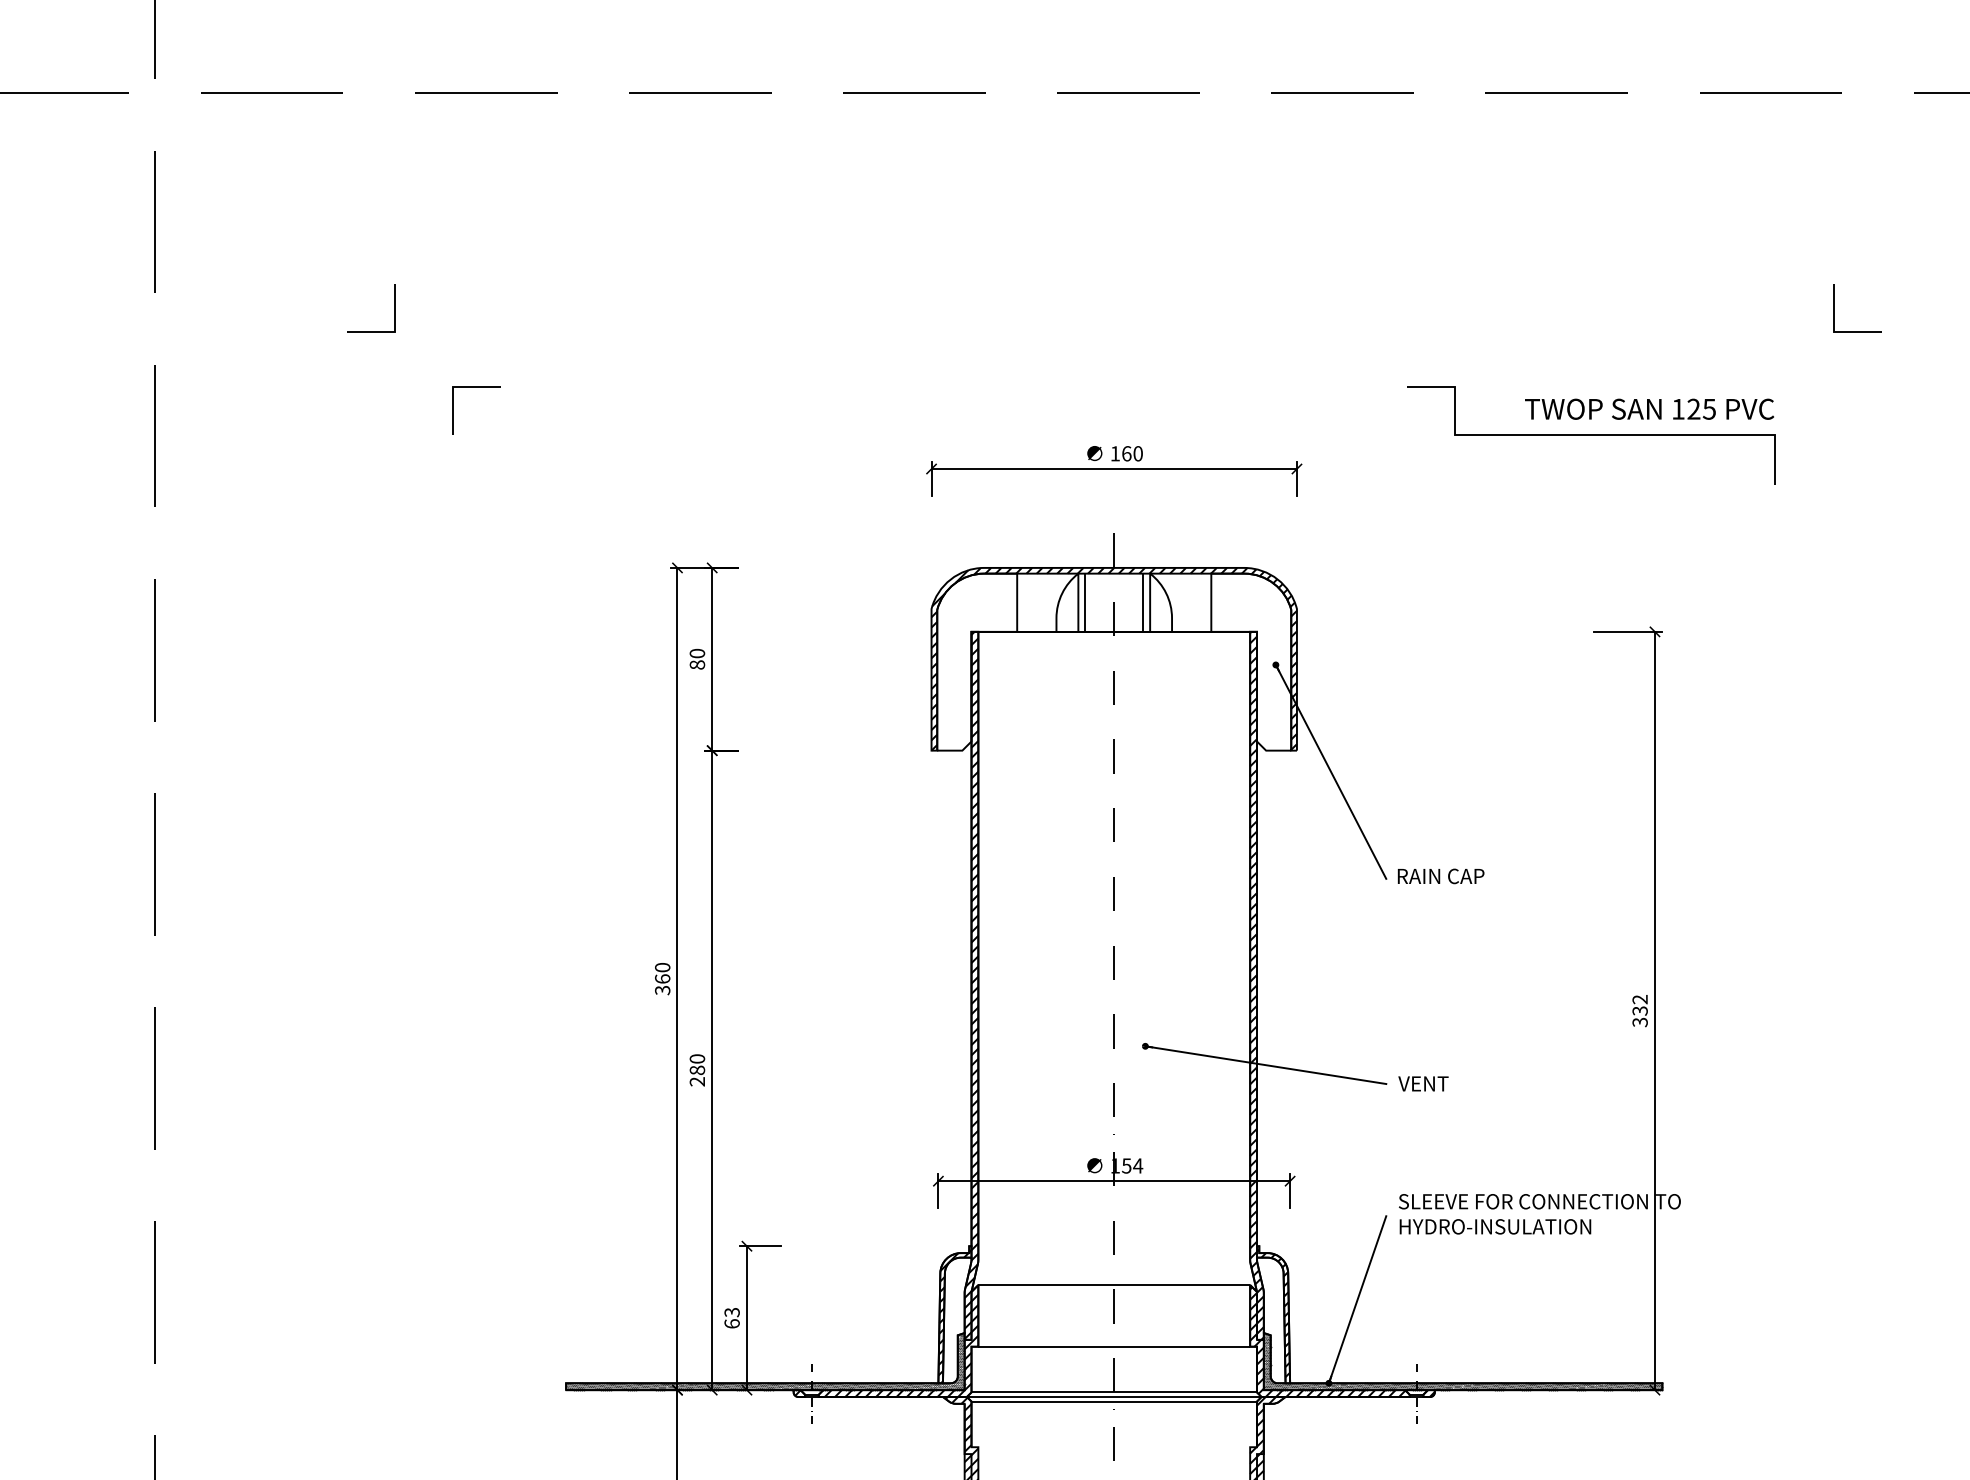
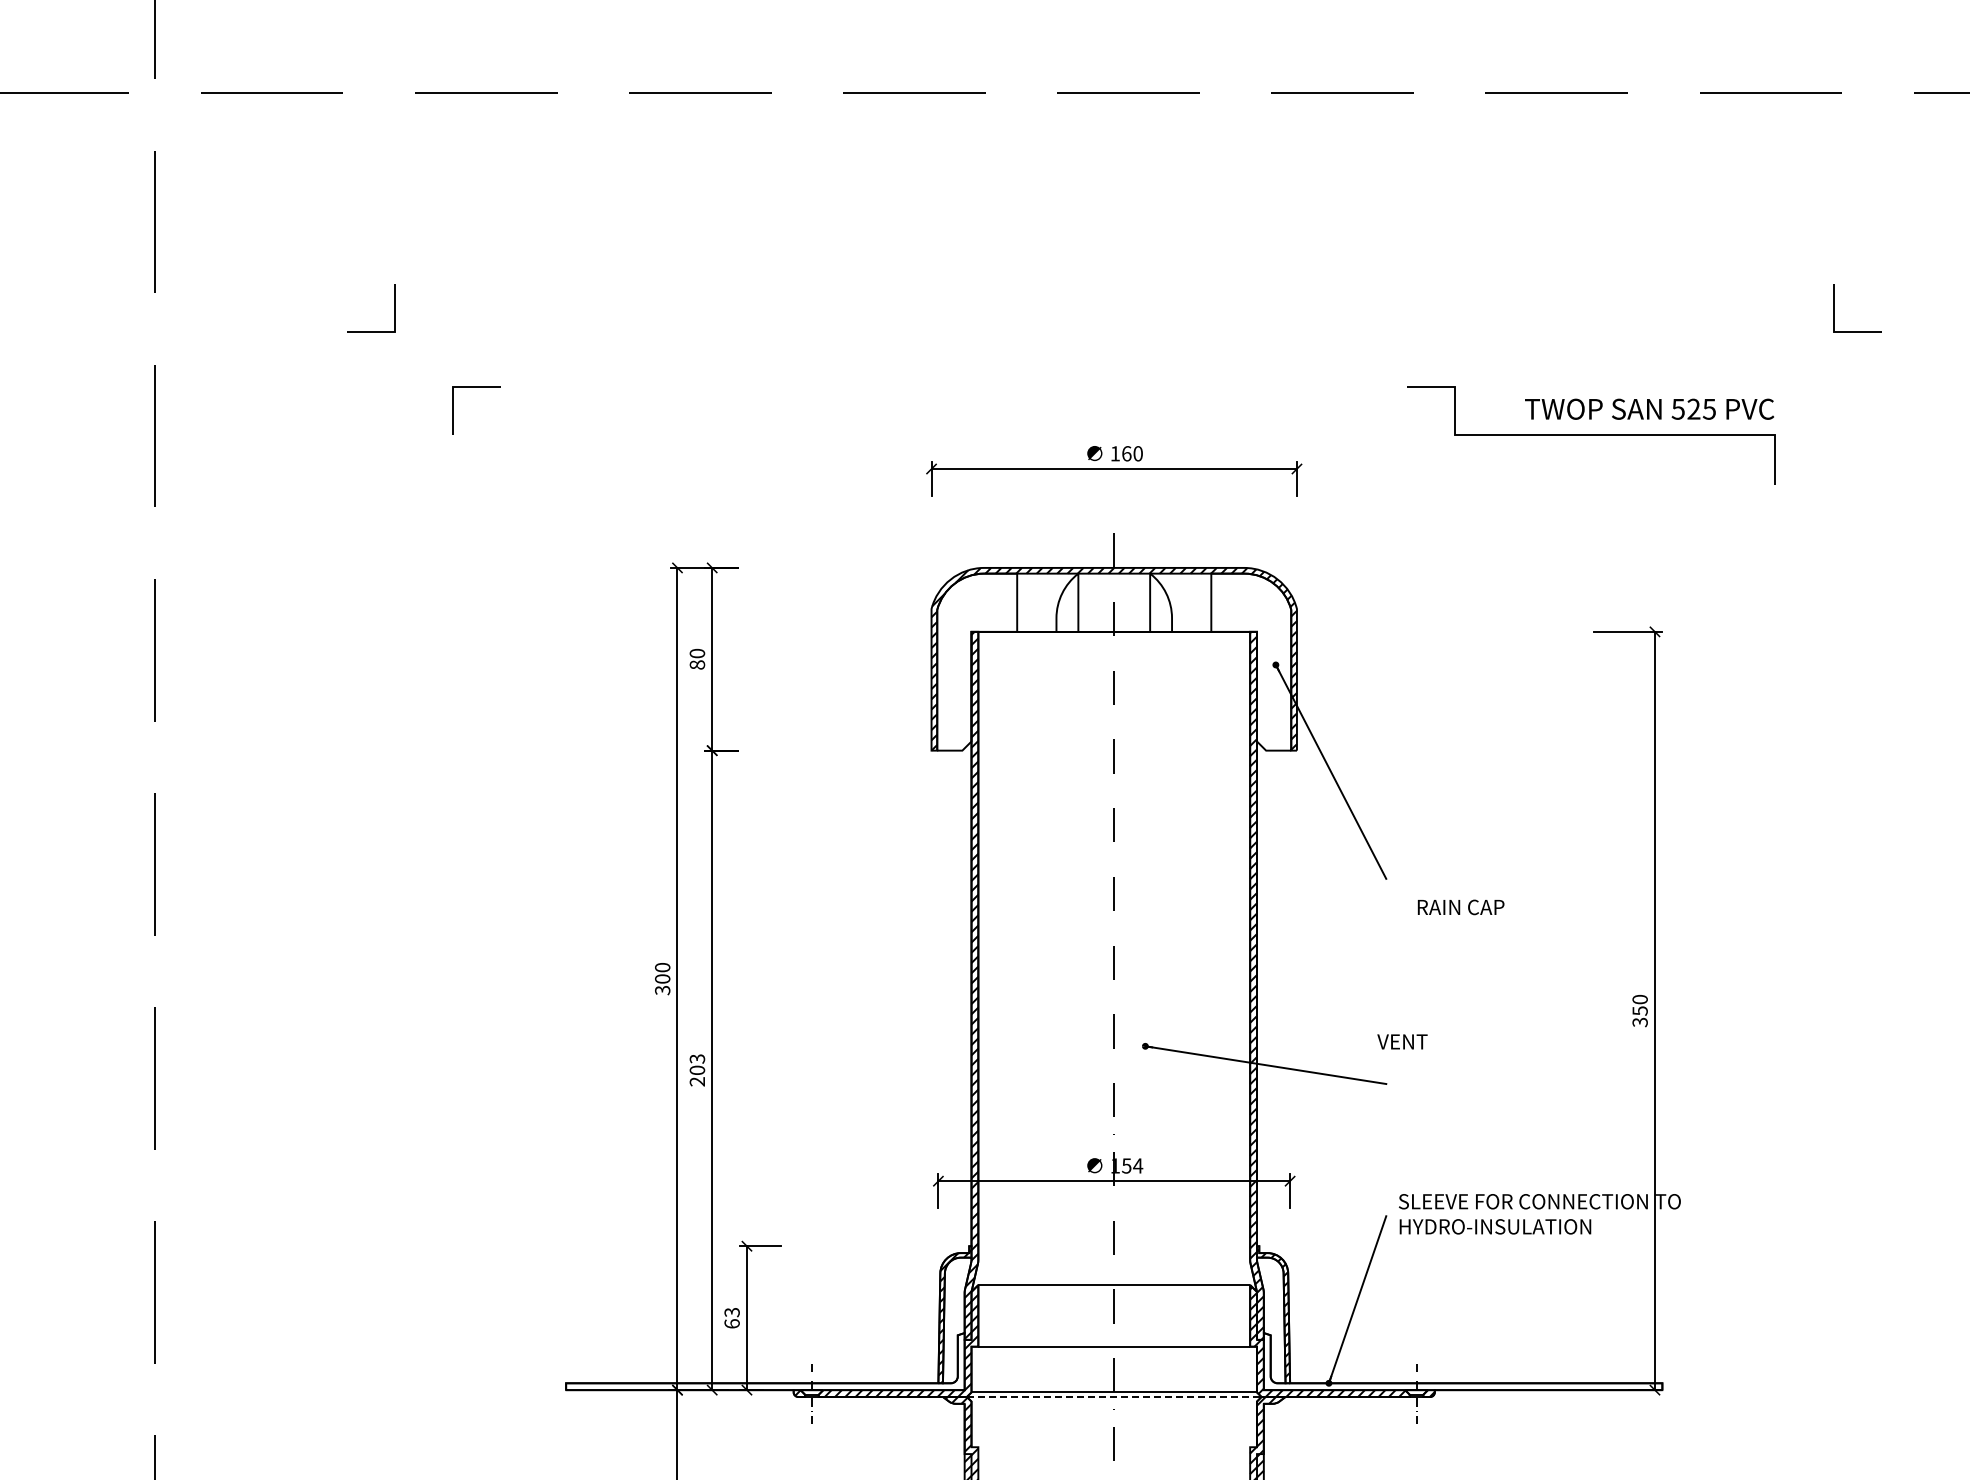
text at (1677, 409): 125 -> 525
line at (1085, 602): present -> none
line at (1143, 602): present -> none
text at (1440, 876) position: (1440, 876) -> (1460, 907)
text at (662, 978): 360 -> 300
text at (1639, 1004): 332 -> 350
text at (697, 1064): 280 -> 203
text at (1423, 1083) position: (1423, 1083) -> (1402, 1041)
hatch at (765, 1361): present -> none
hatch at (1462, 1362): present -> none
line at (1114, 1396): solid -> dashed
line at (1113, 1401): present -> none
